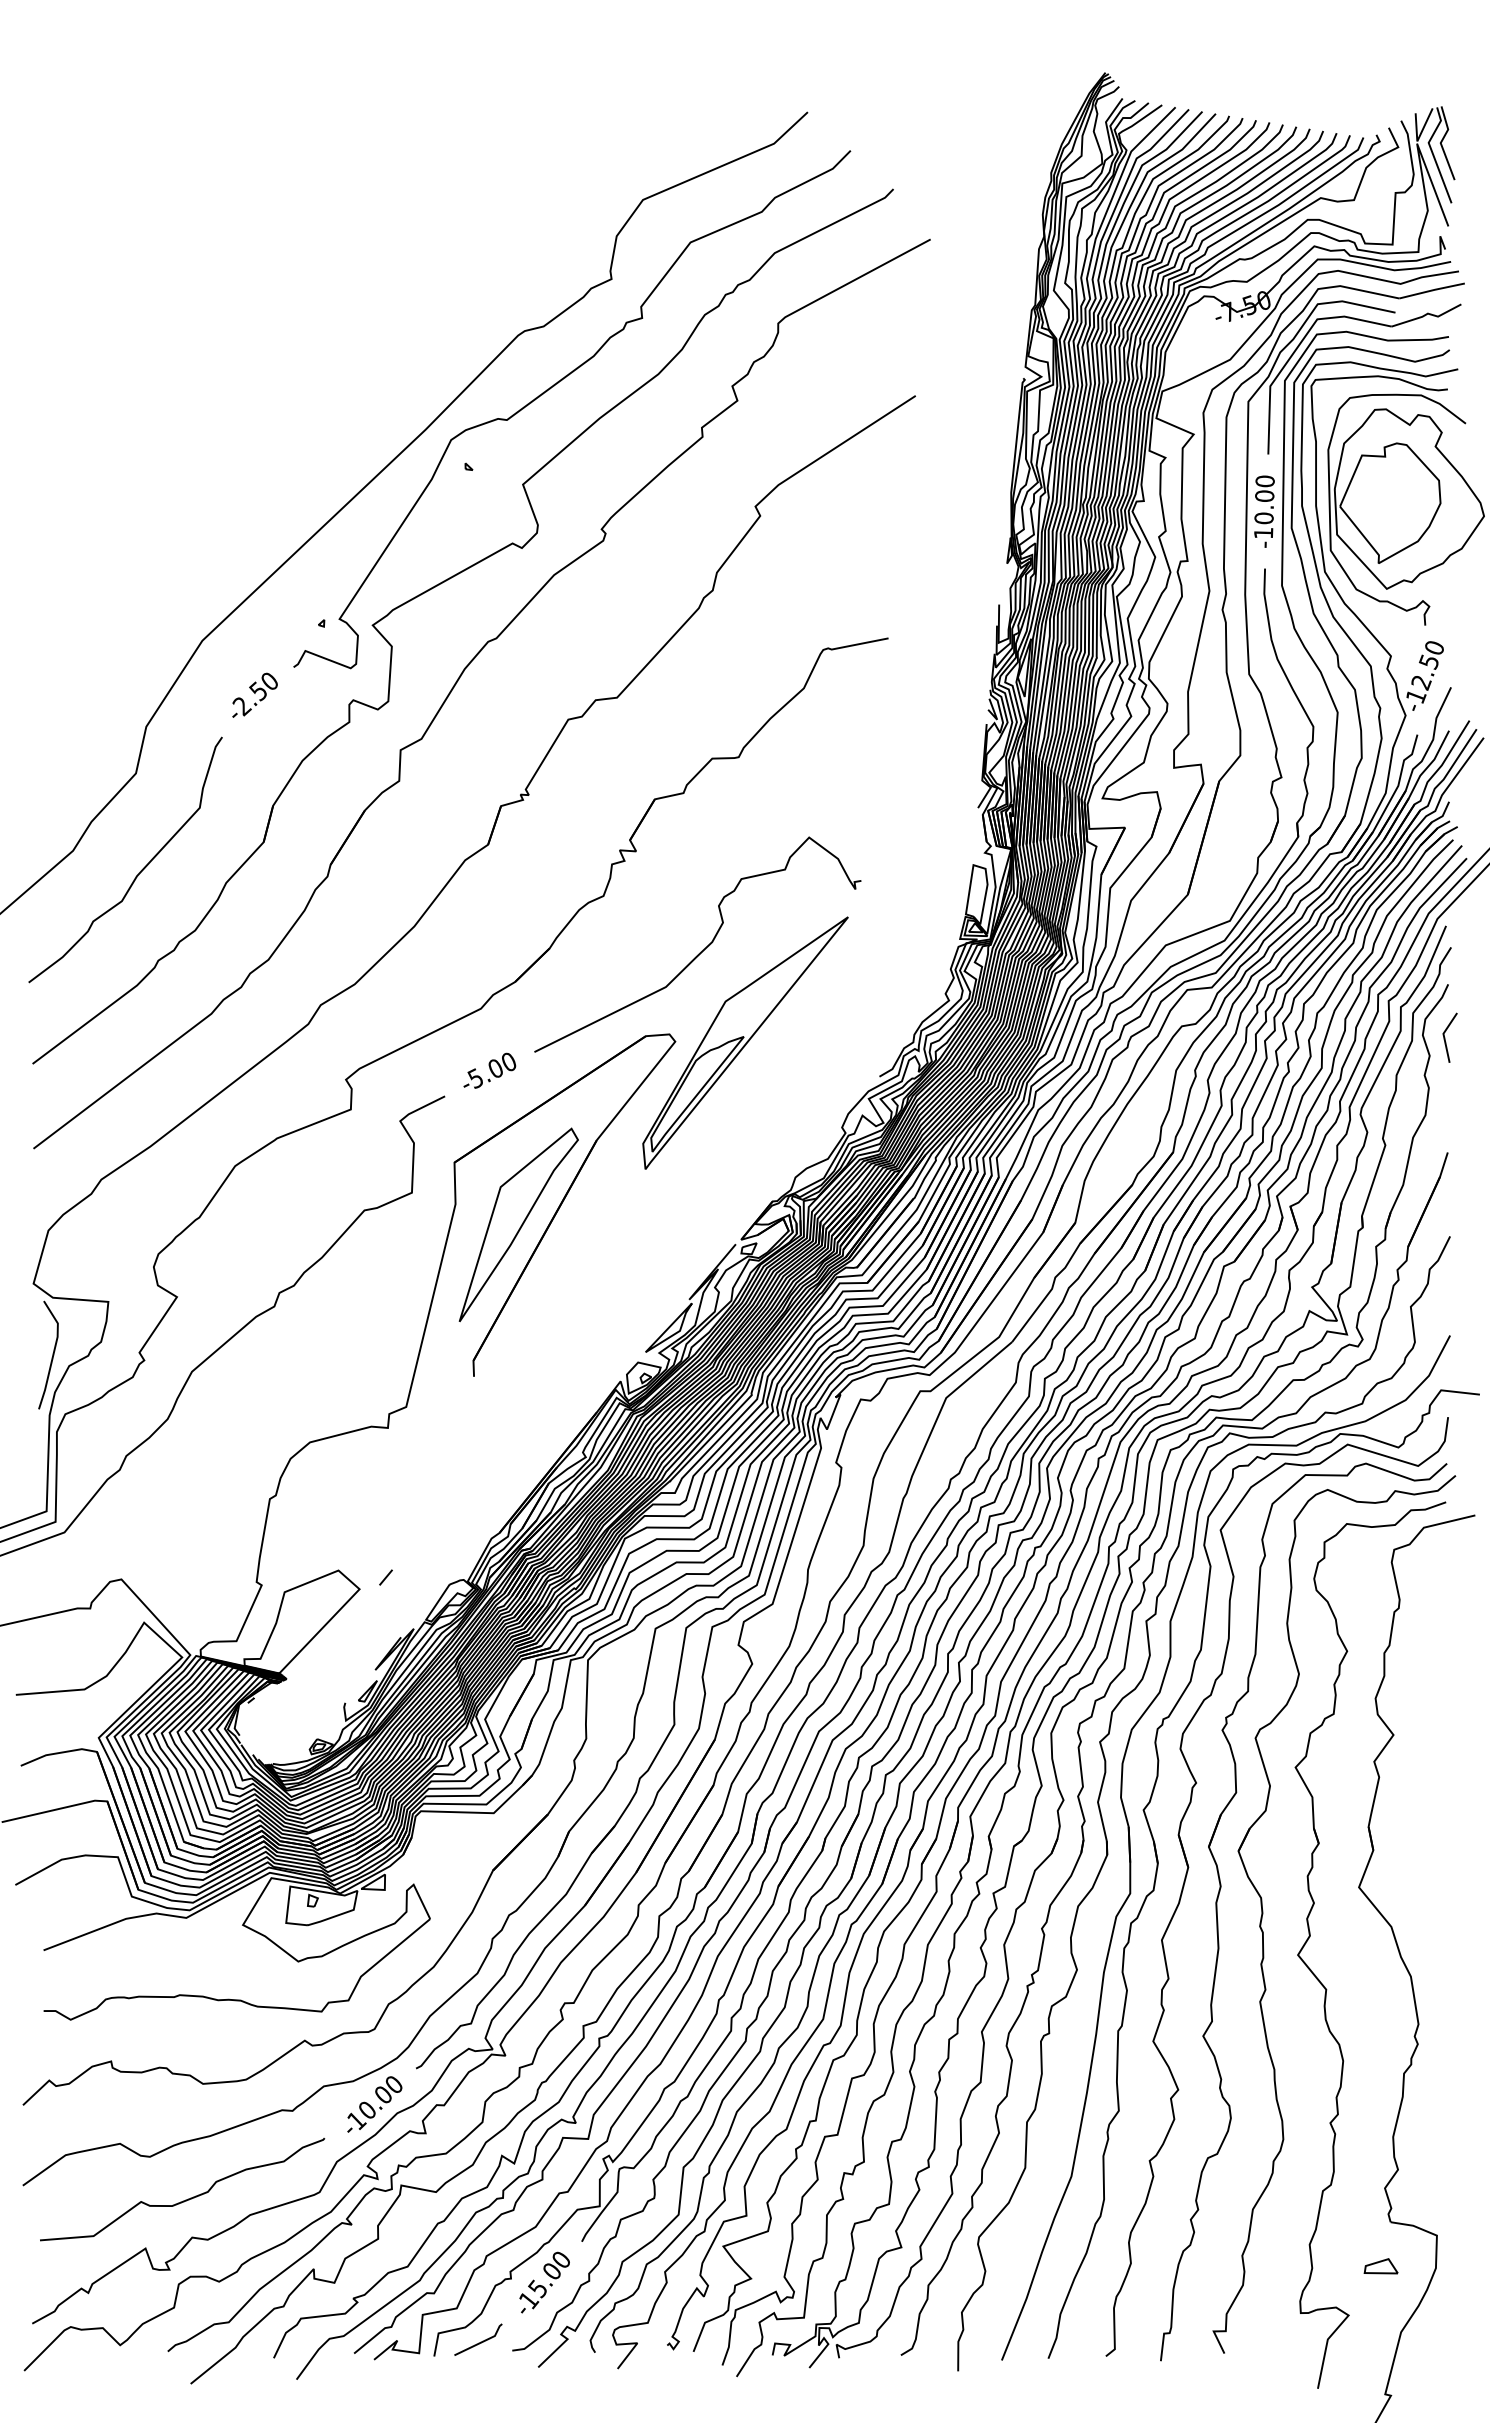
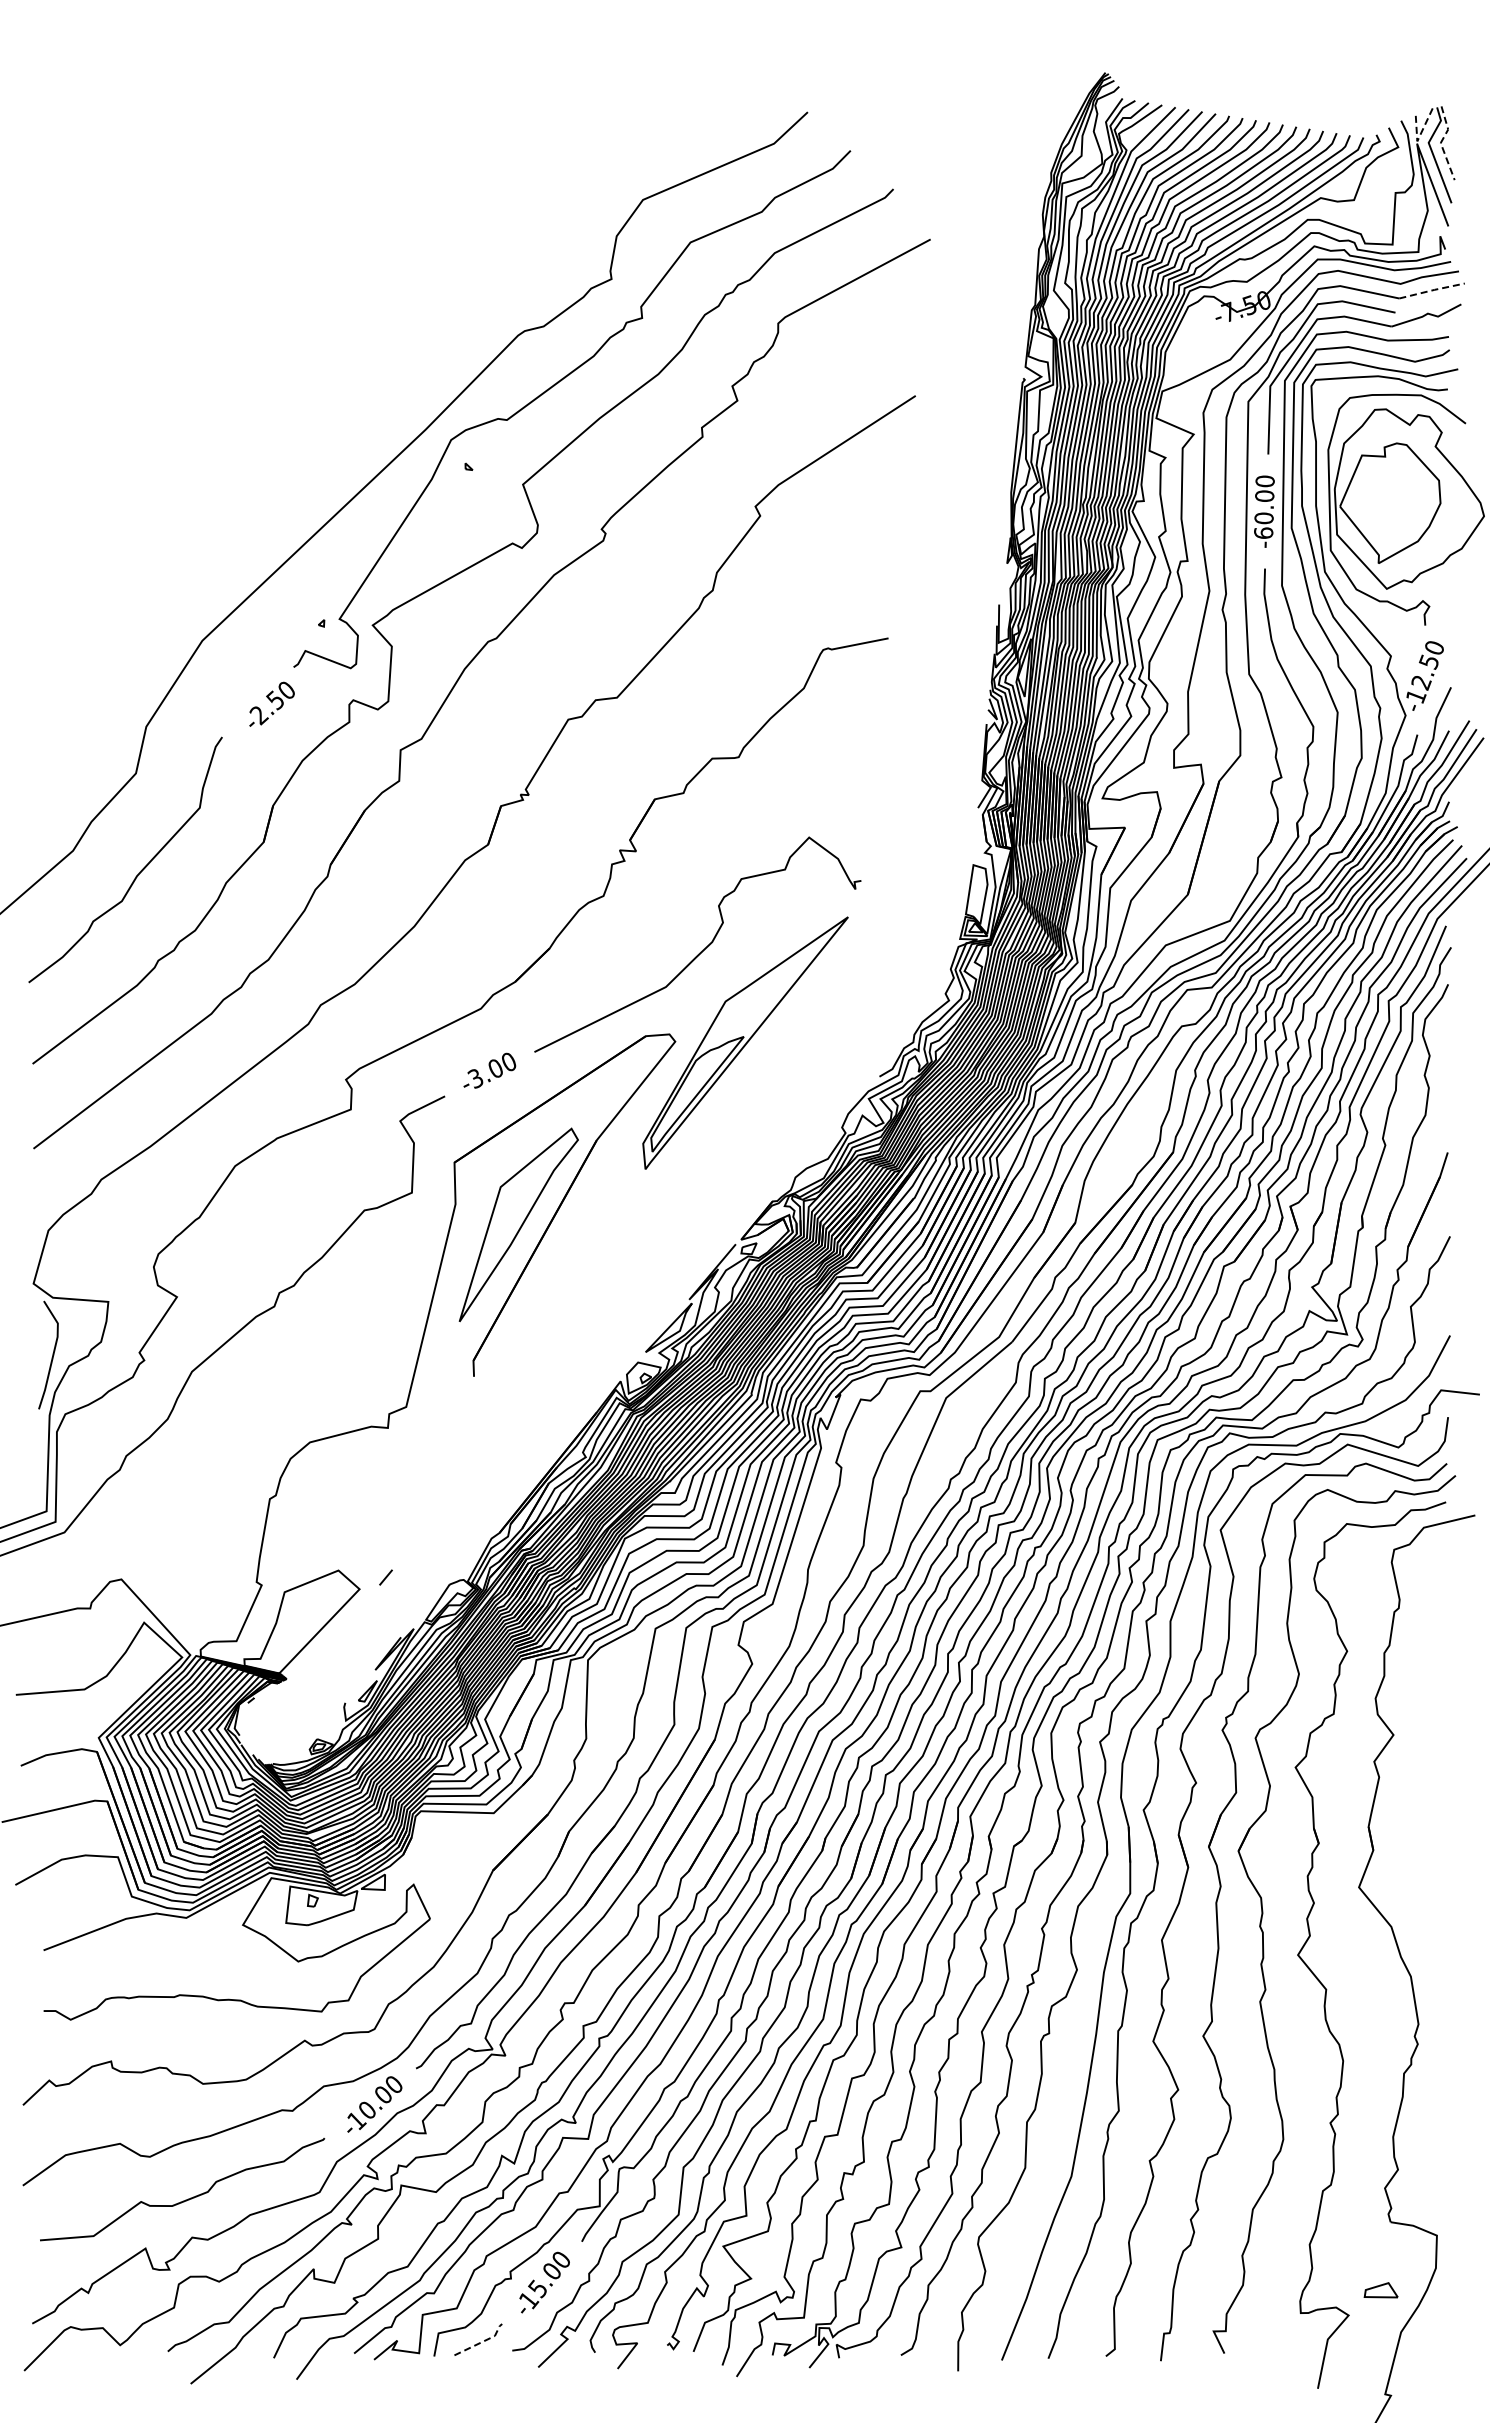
line at (1418, 138): solid -> dashed
line at (1440, 143): solid -> dashed
line at (1432, 290): solid -> dashed
text at (1263, 532): -10.00 -> -60.00
text at (254, 694) position: (254, 694) -> (271, 703)
line at (1445, 1037): present -> none
text at (475, 1076): -5.00 -> -3.00
part at (1380, 2266) position: (1380, 2266) -> (1380, 2290)
line at (482, 2342): solid -> dashed
